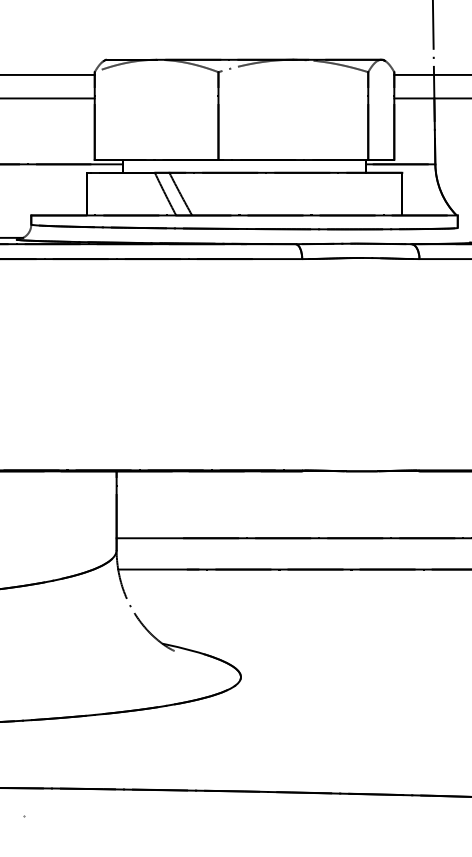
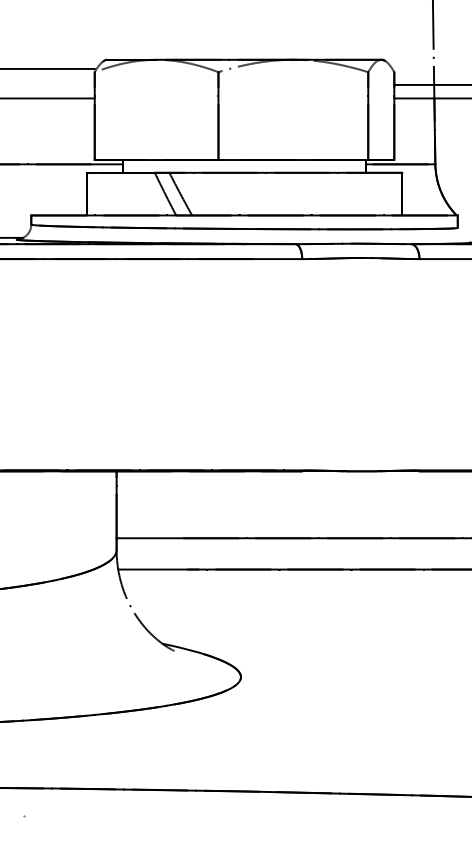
line at (48, 74) position: (48, 74) -> (48, 68)
line at (431, 74) position: (431, 74) -> (431, 84)
